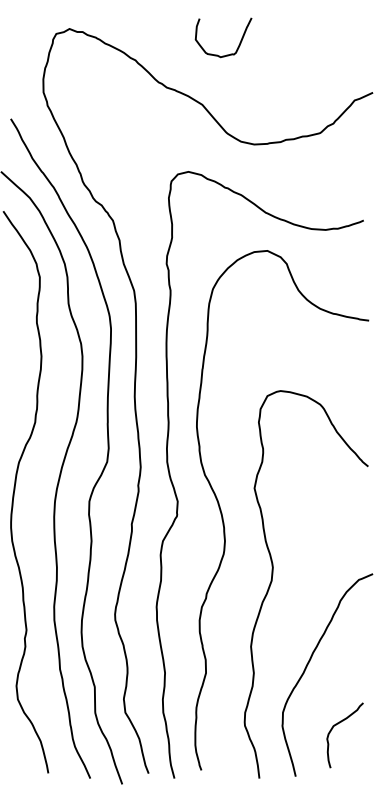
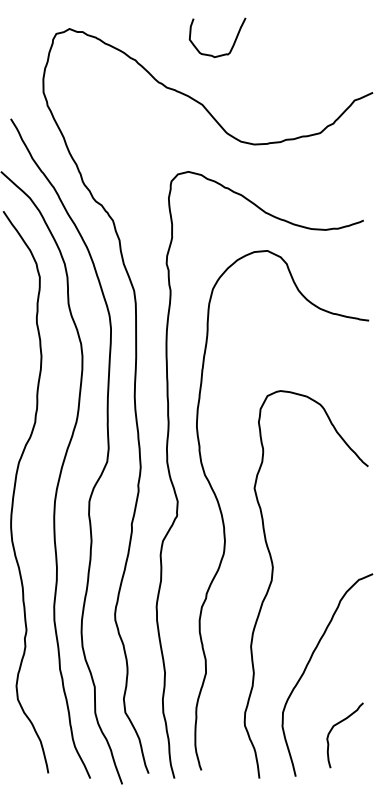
curve at (239, 42) position: (239, 42) -> (233, 42)
